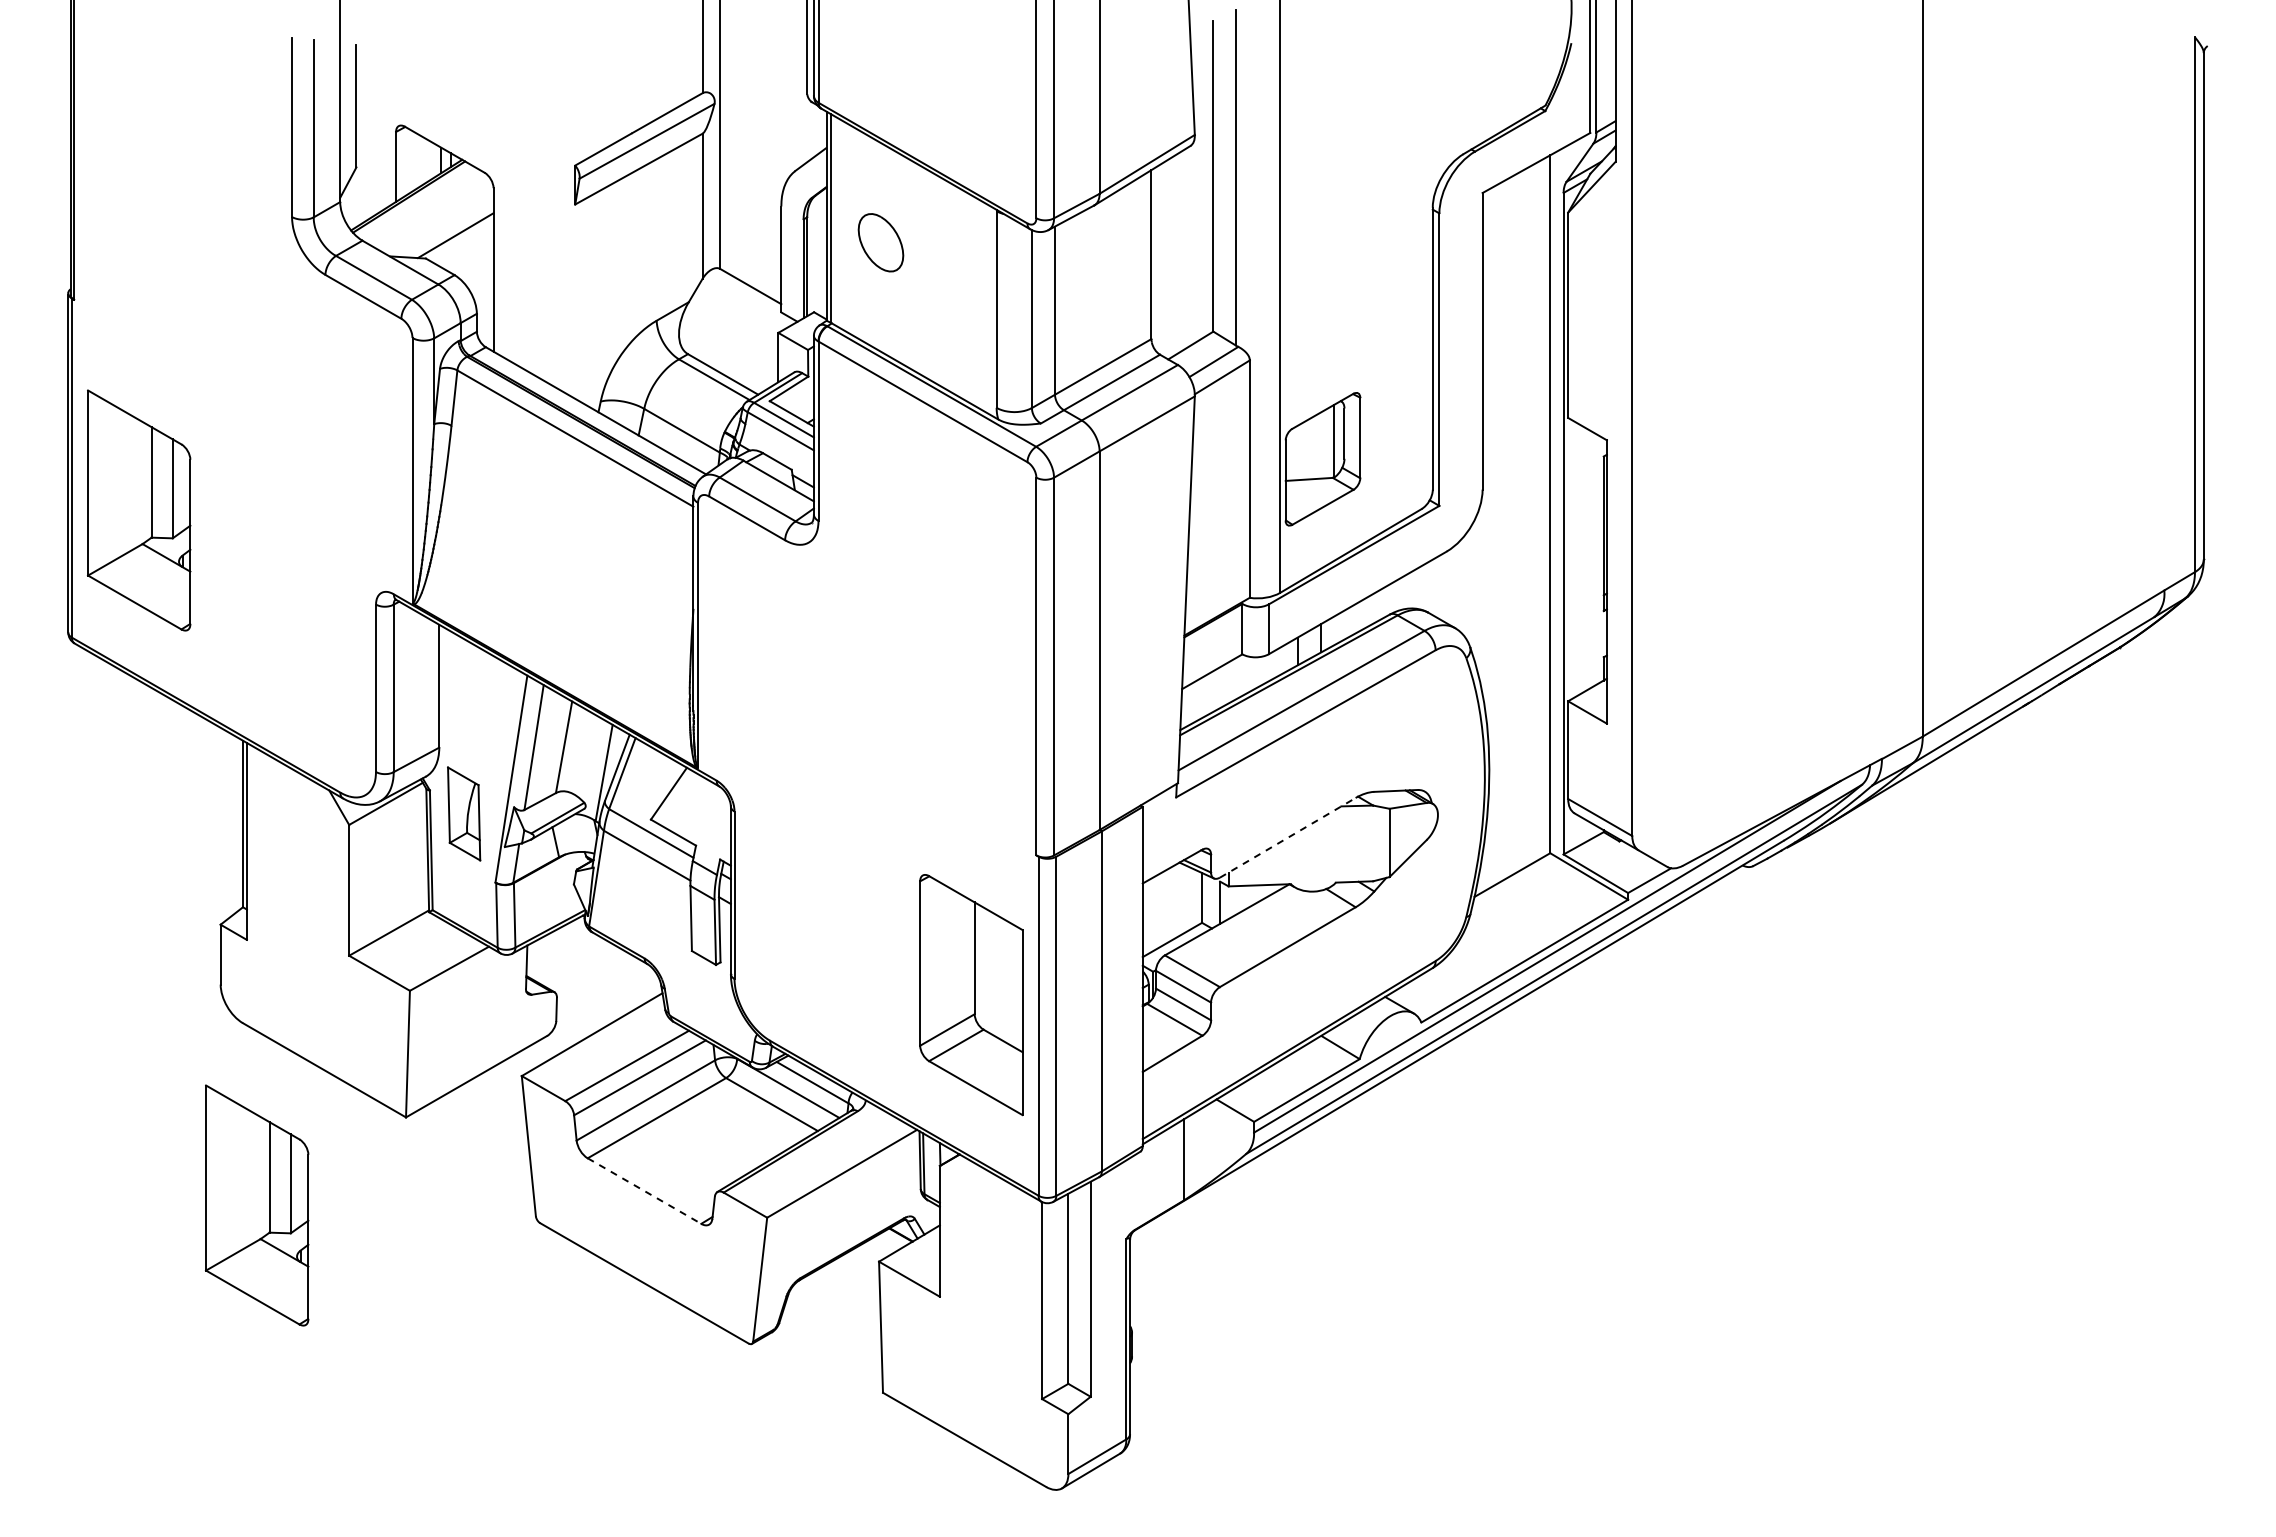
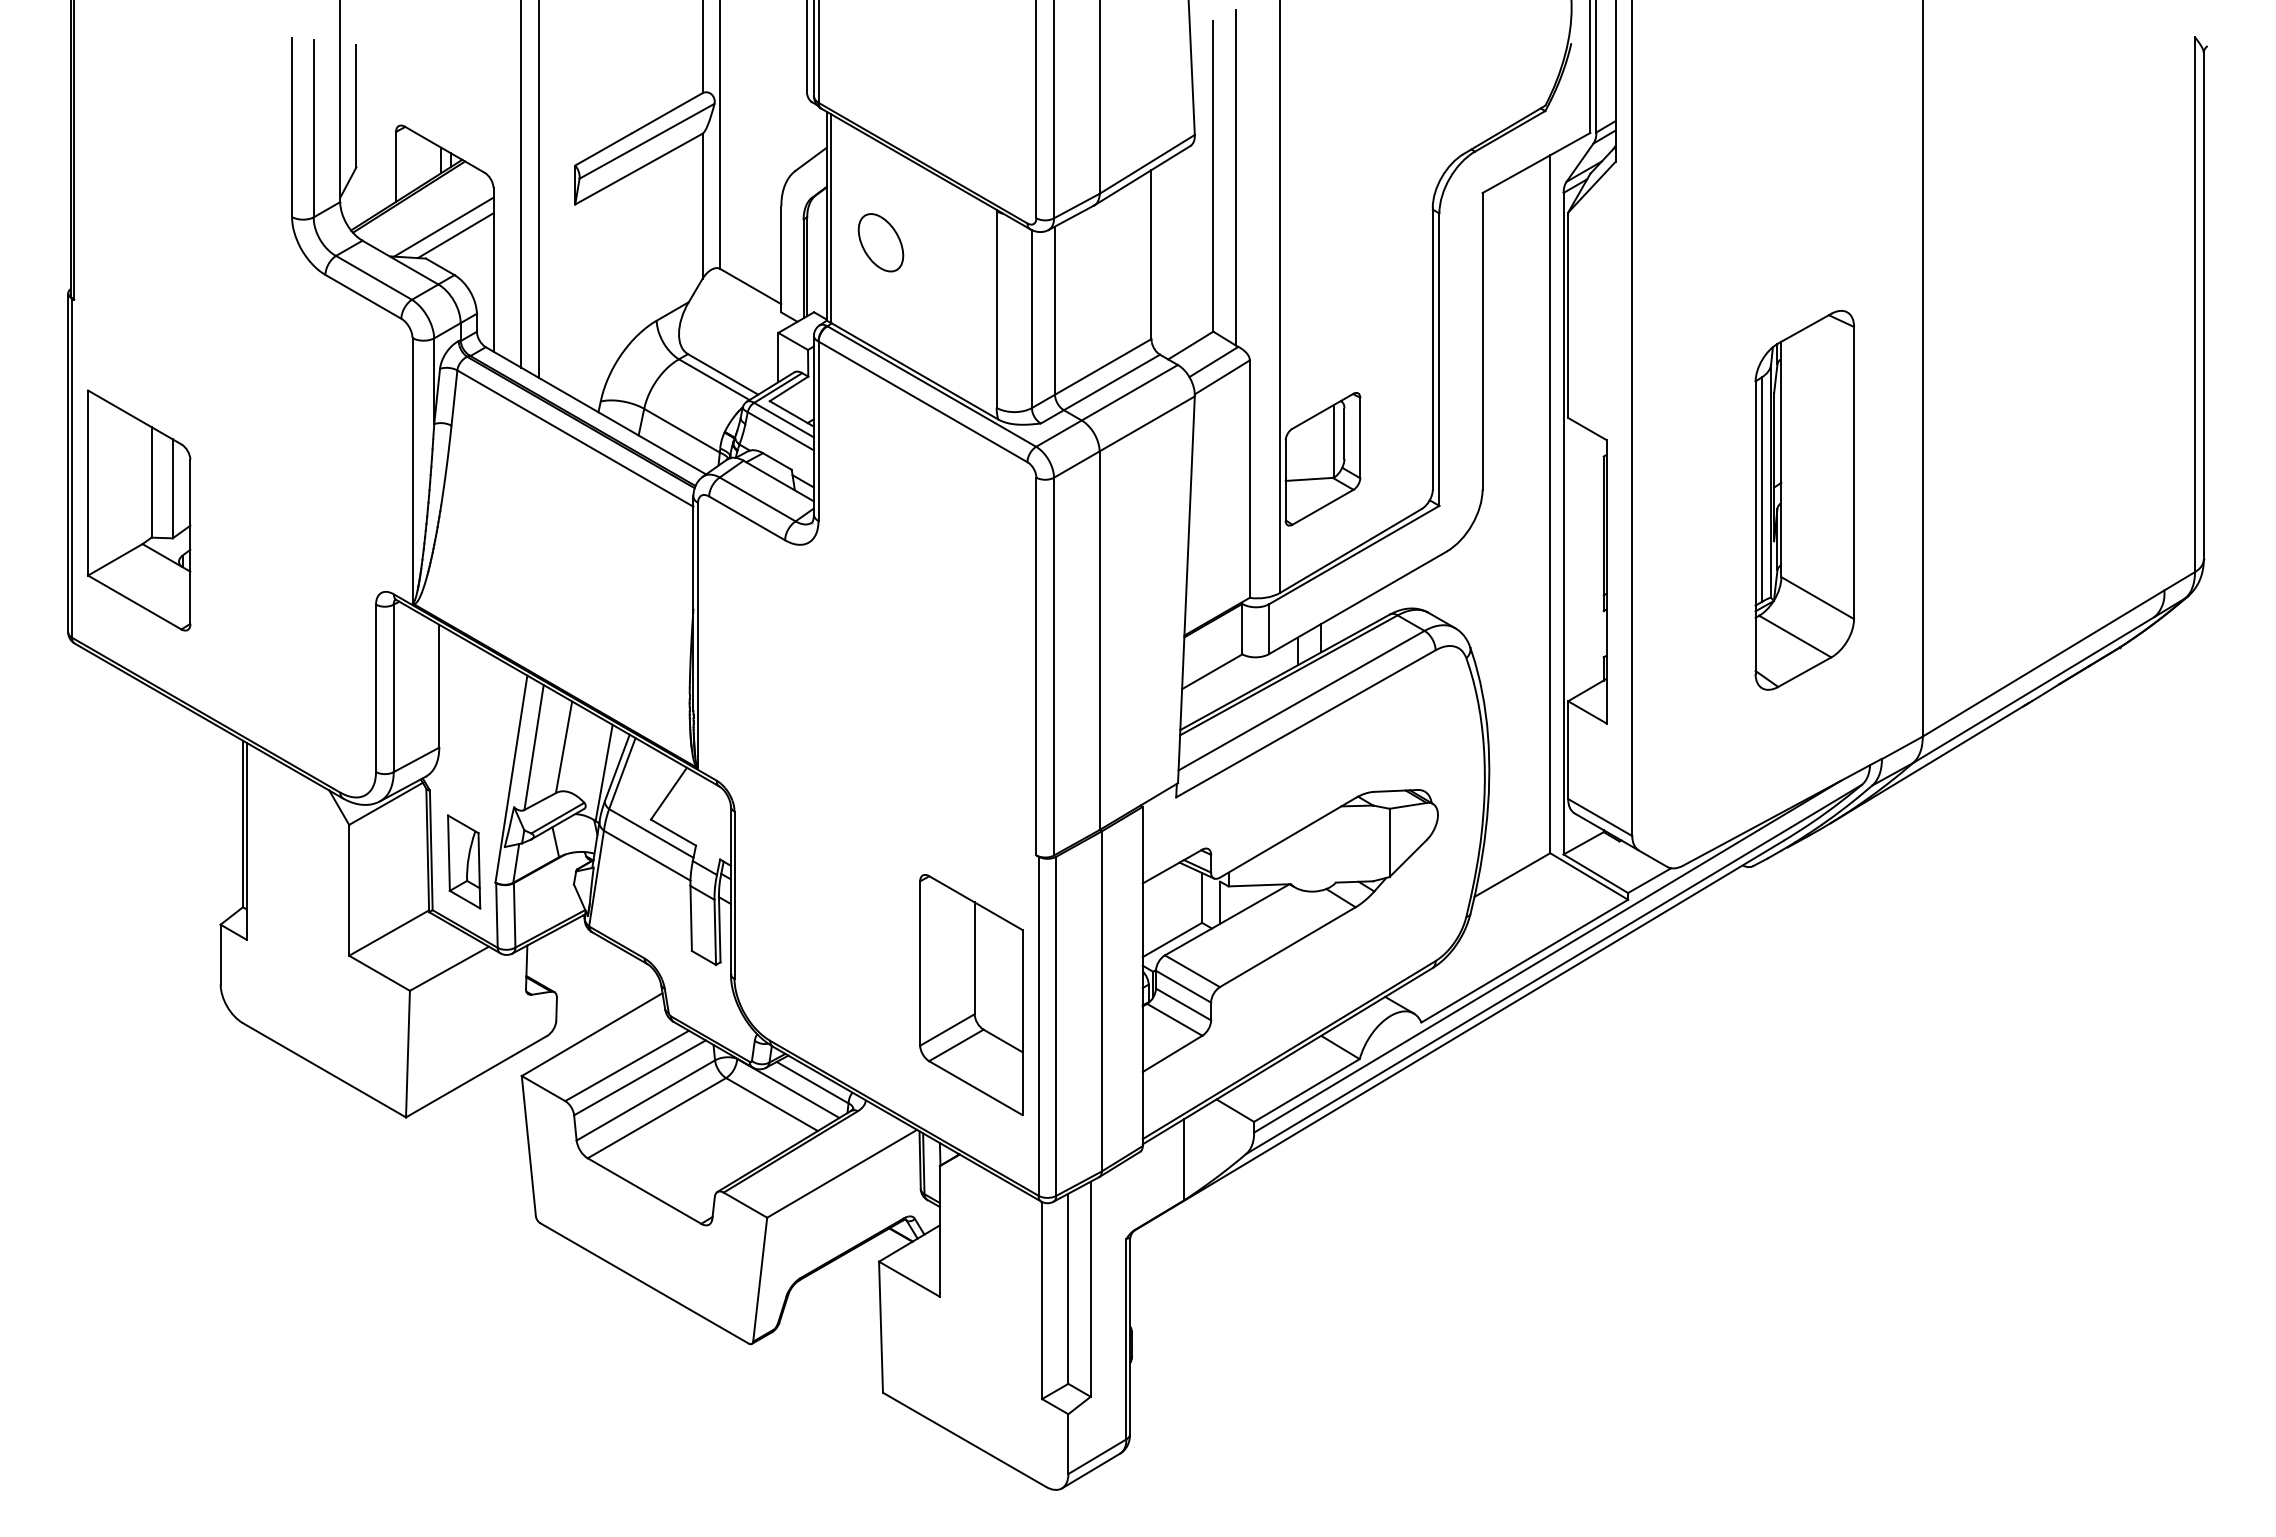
line at (521, 184): none -> present
line at (538, 189): none -> present
line at (443, 226): none -> present
part at (1804, 500): none -> present
part at (464, 813) position: (464, 813) -> (464, 861)
line at (1287, 837): dashed -> solid
line at (644, 1191): dashed -> solid
part at (256, 1205): present -> none
